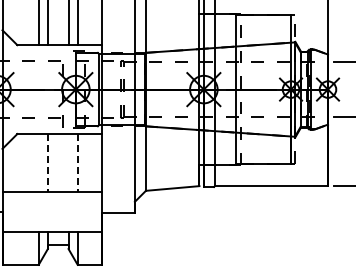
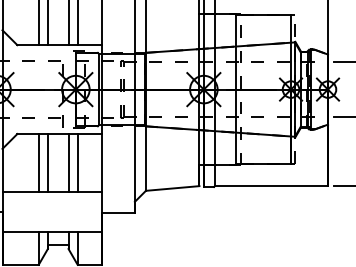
line at (38, 162): none -> present
line at (47, 162): dashed -> solid
line at (68, 162): none -> present
line at (77, 162): dashed -> solid
